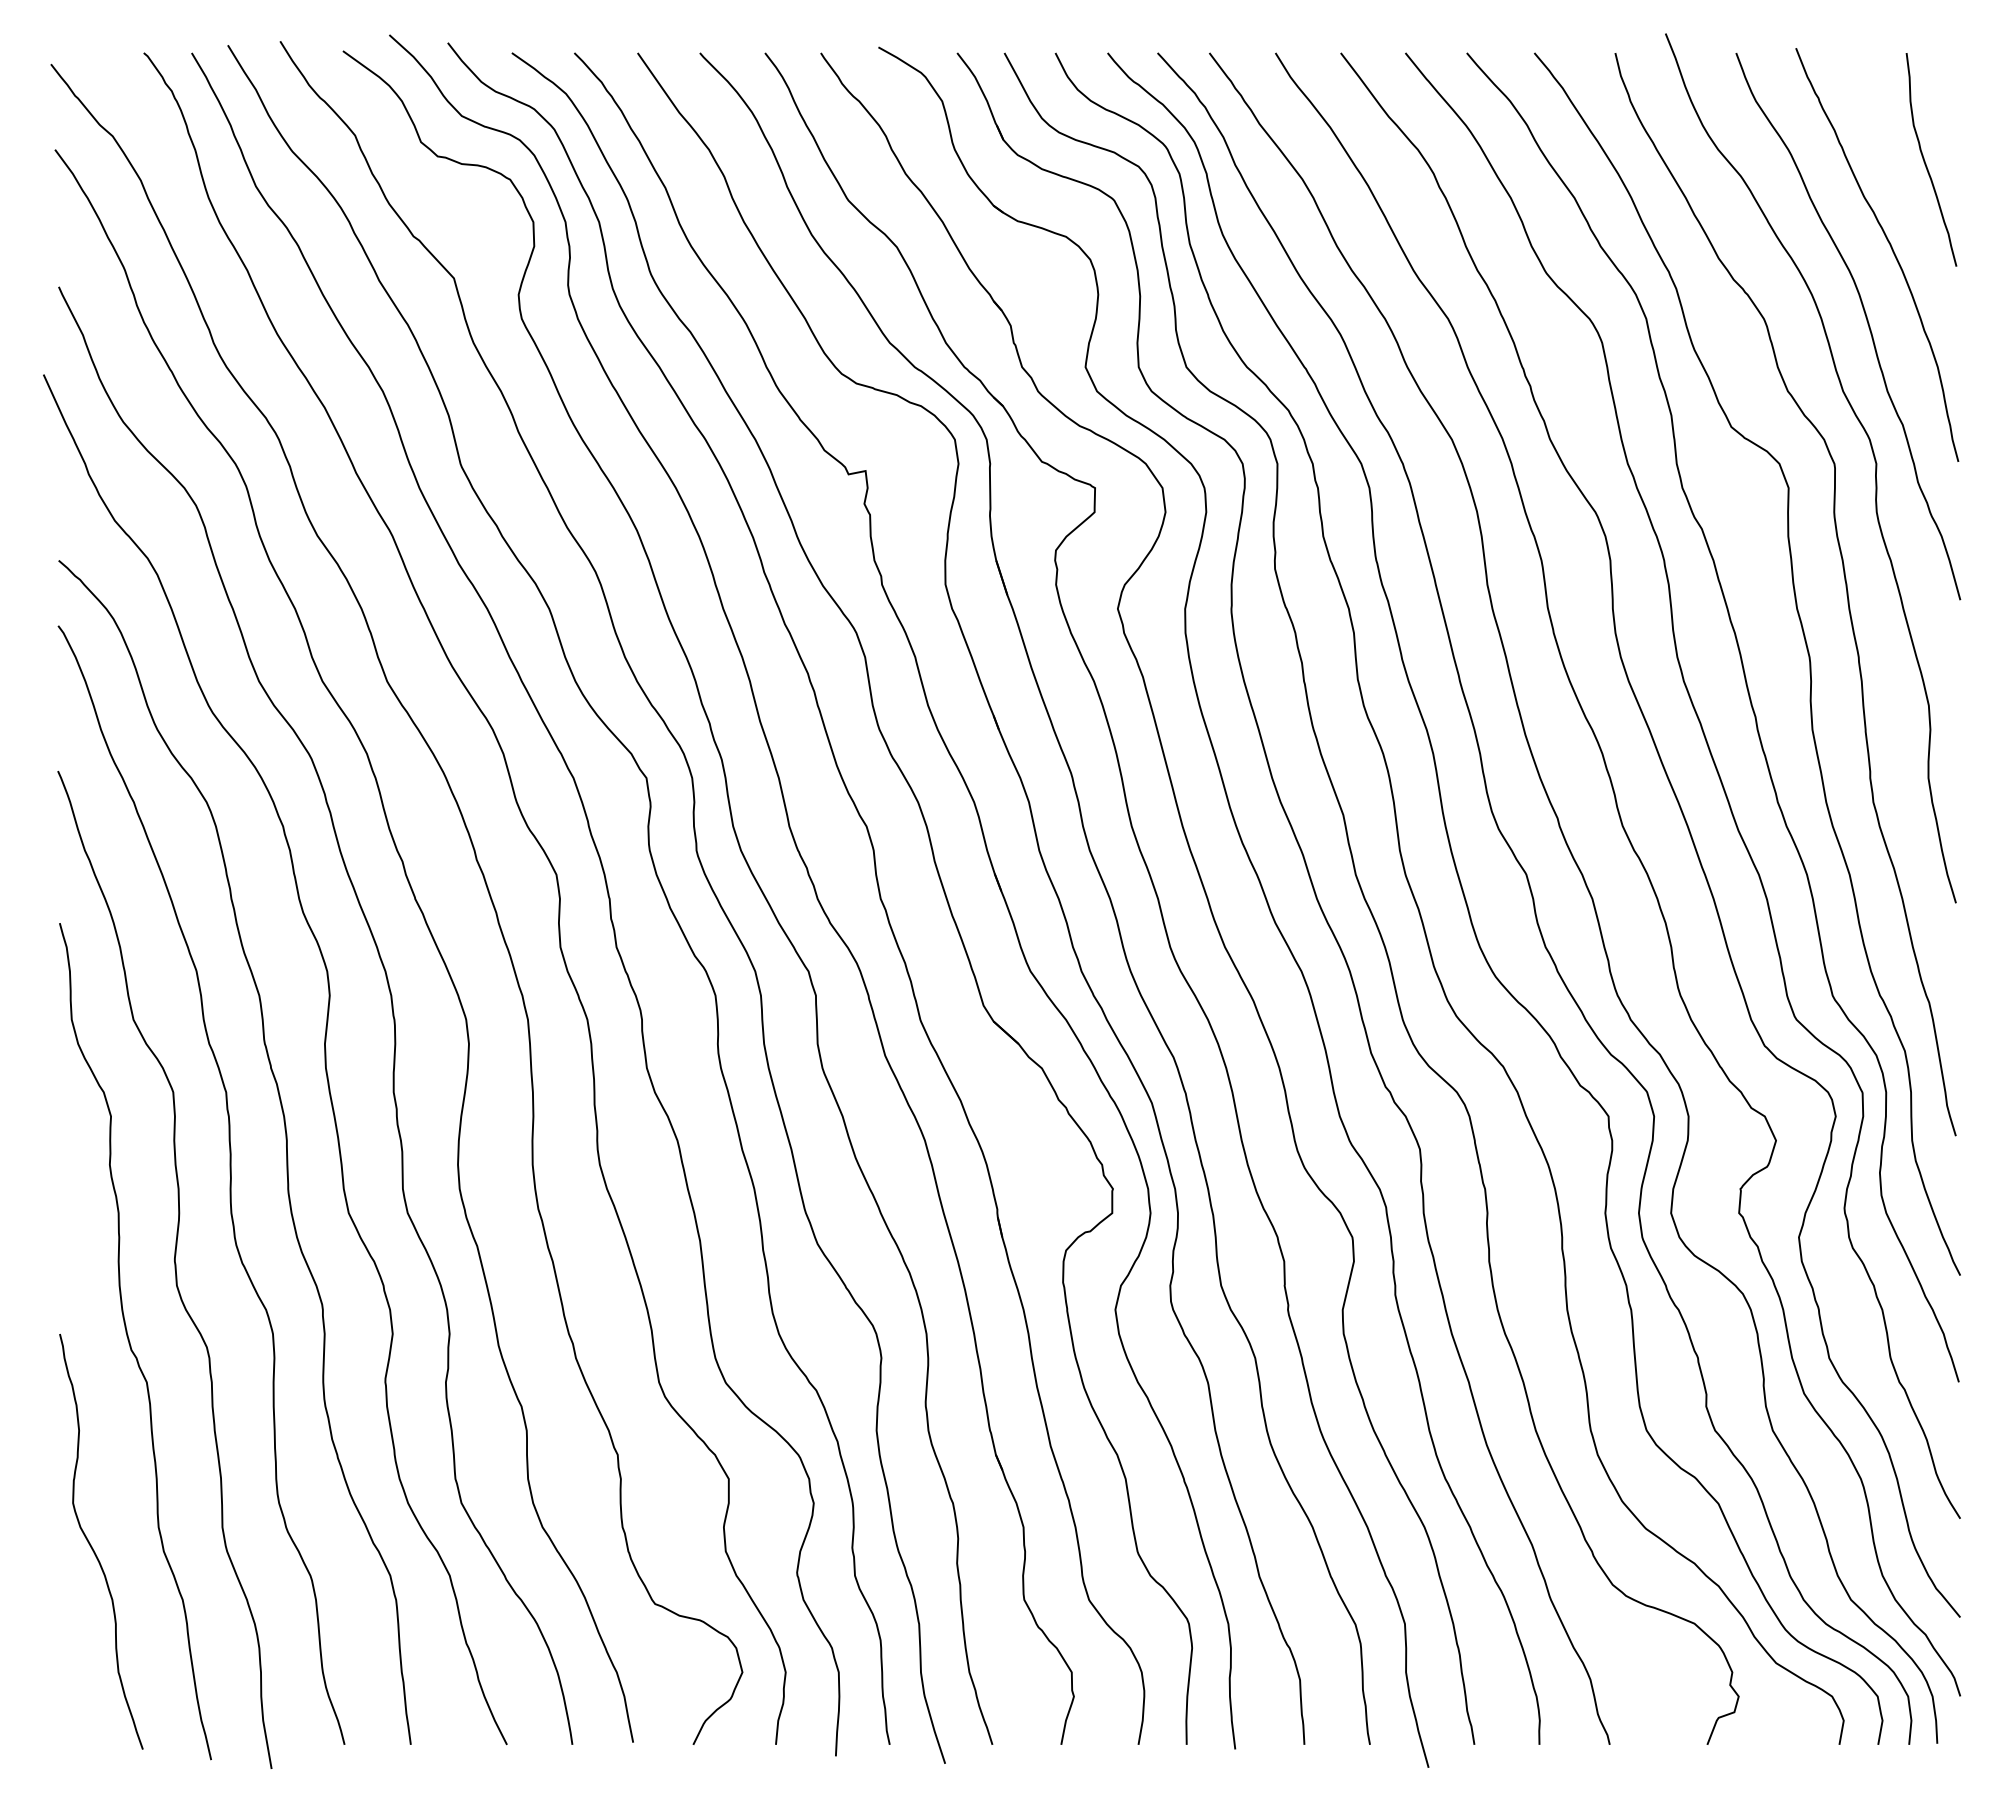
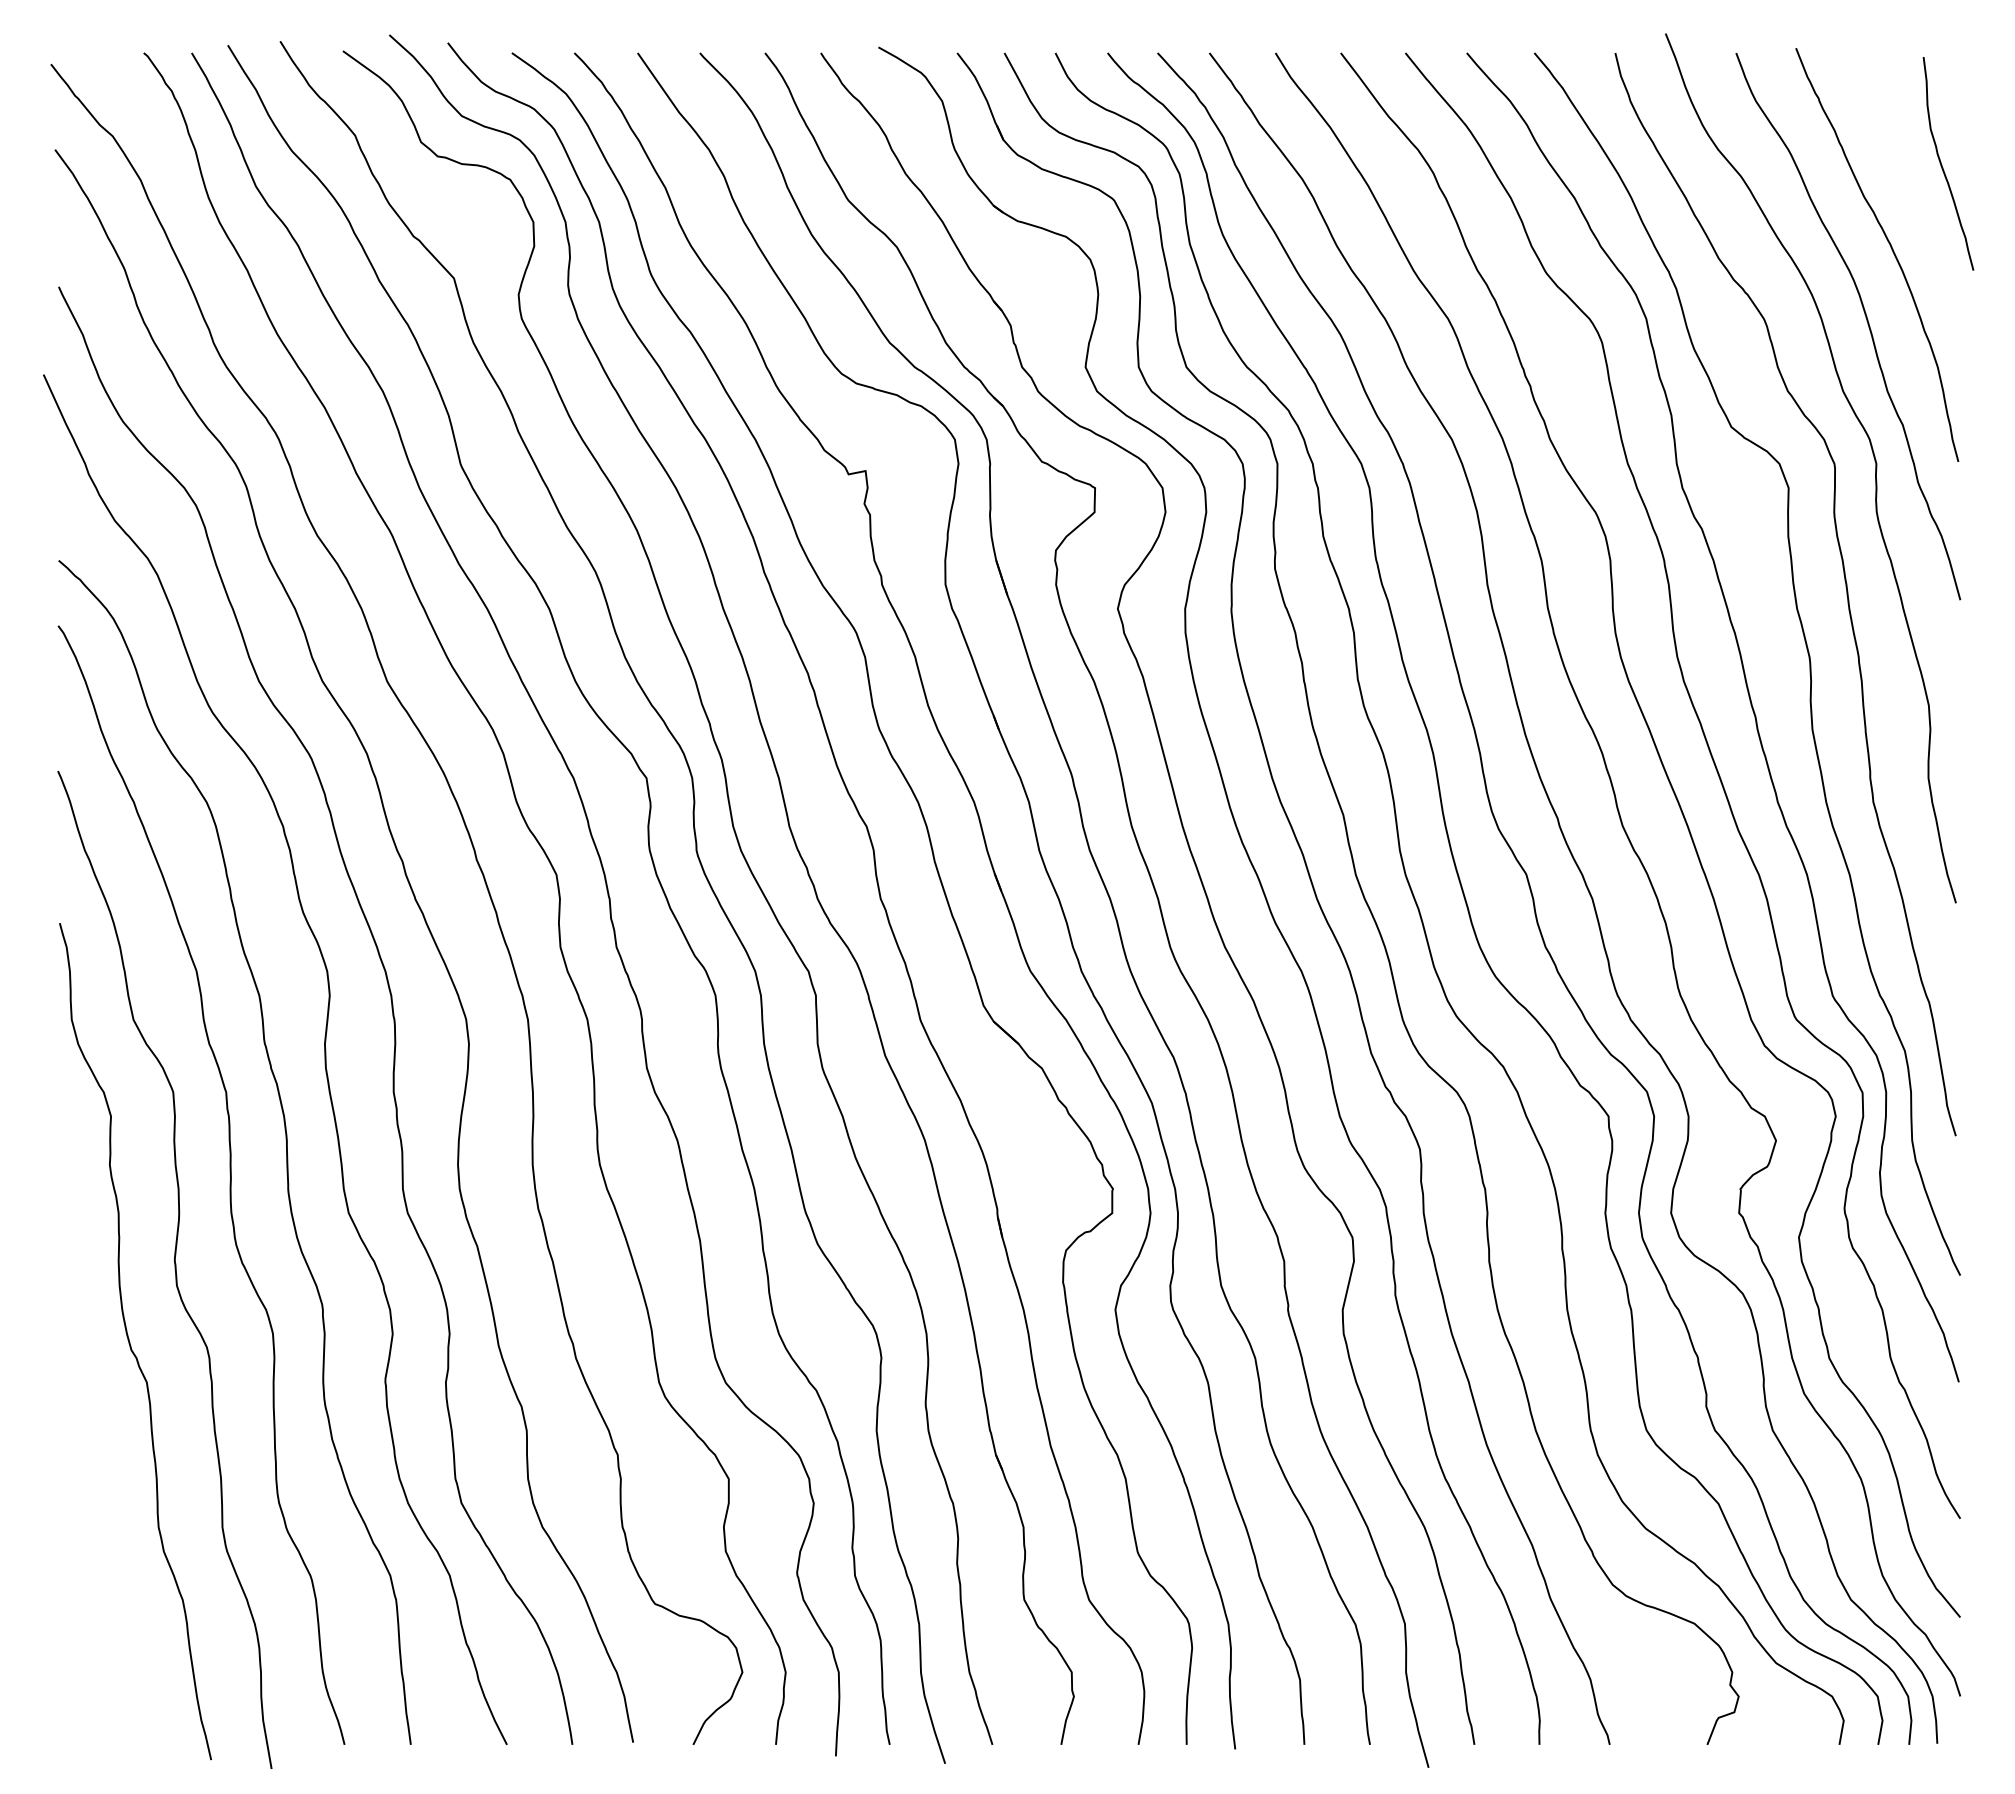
curve at (1925, 160) position: (1925, 160) -> (1942, 164)
curve at (92, 1546): present -> none
